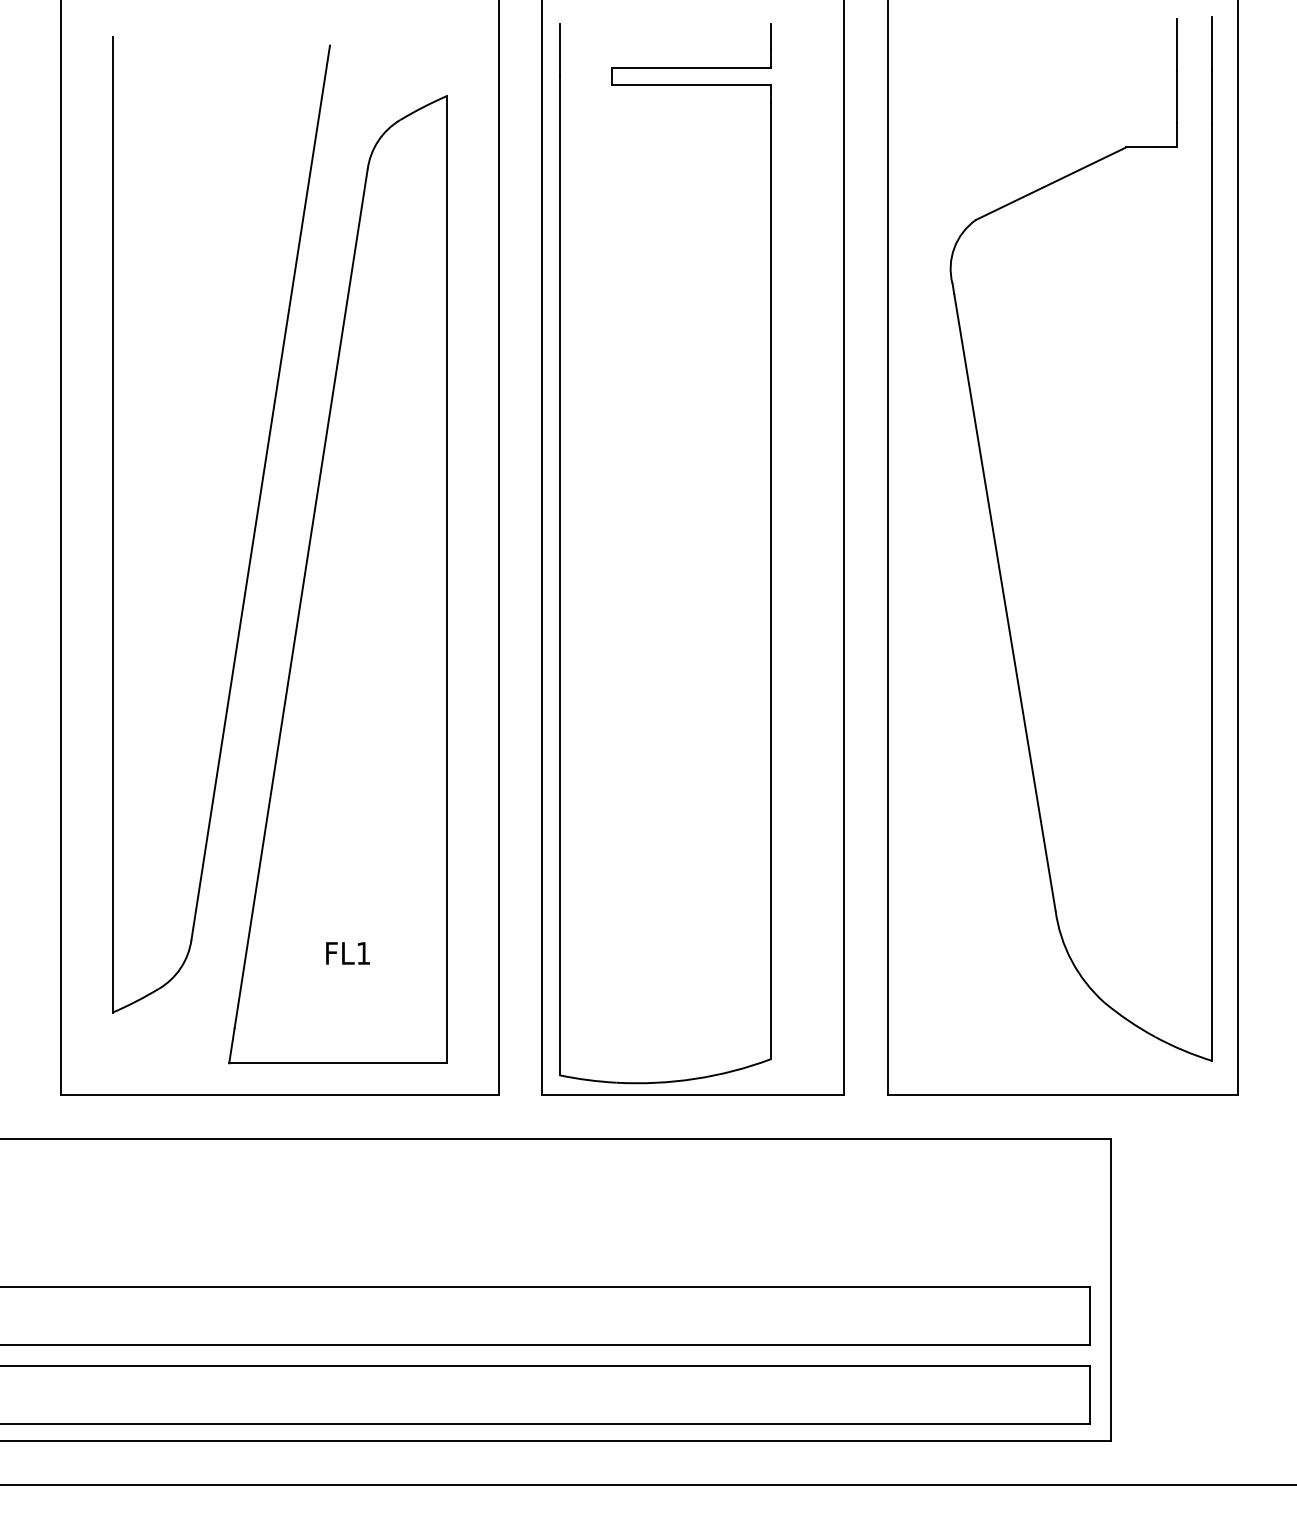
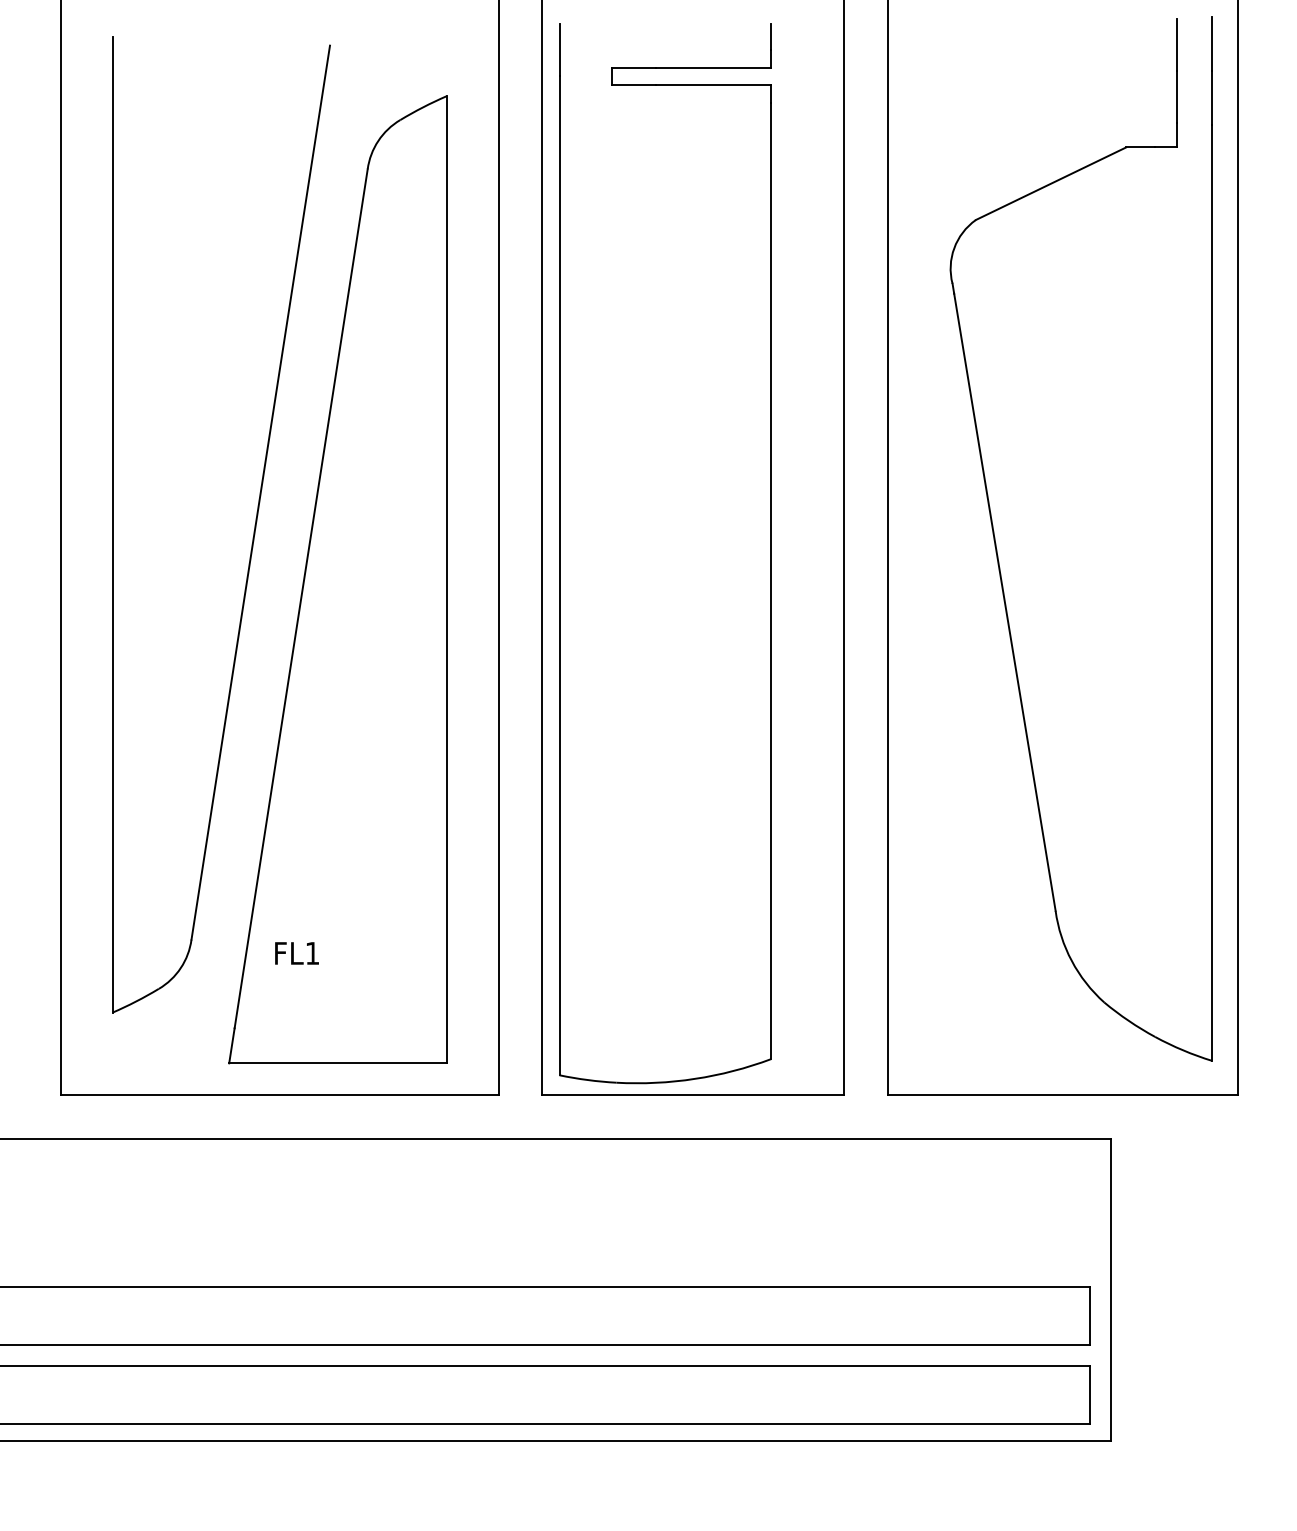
text at (347, 953) position: (347, 953) -> (296, 953)
line at (647, 1485): present -> none
